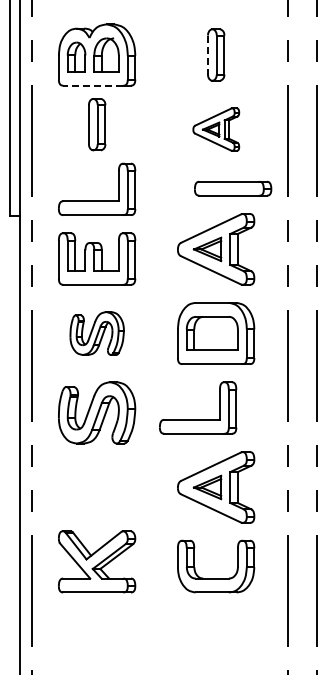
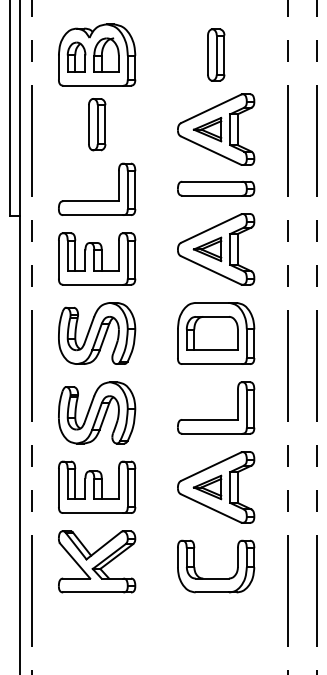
line at (207, 55): dashed -> solid
line at (92, 85): dashed -> solid
part at (216, 129) size: 49x45 px -> 79x73 px
part at (233, 188) position: (233, 188) -> (216, 188)
part at (96, 333) size: 56x45 px -> 79x63 px
part at (198, 419) position: (198, 419) -> (216, 419)
part at (97, 486): none -> present
